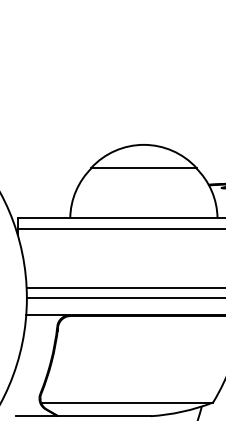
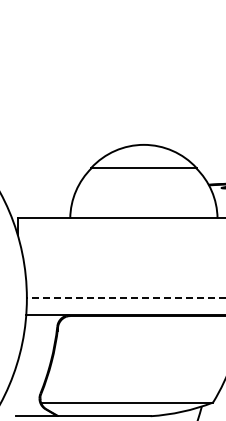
line at (119, 228): present -> none
line at (124, 287): present -> none
line at (125, 298): solid -> dashed
